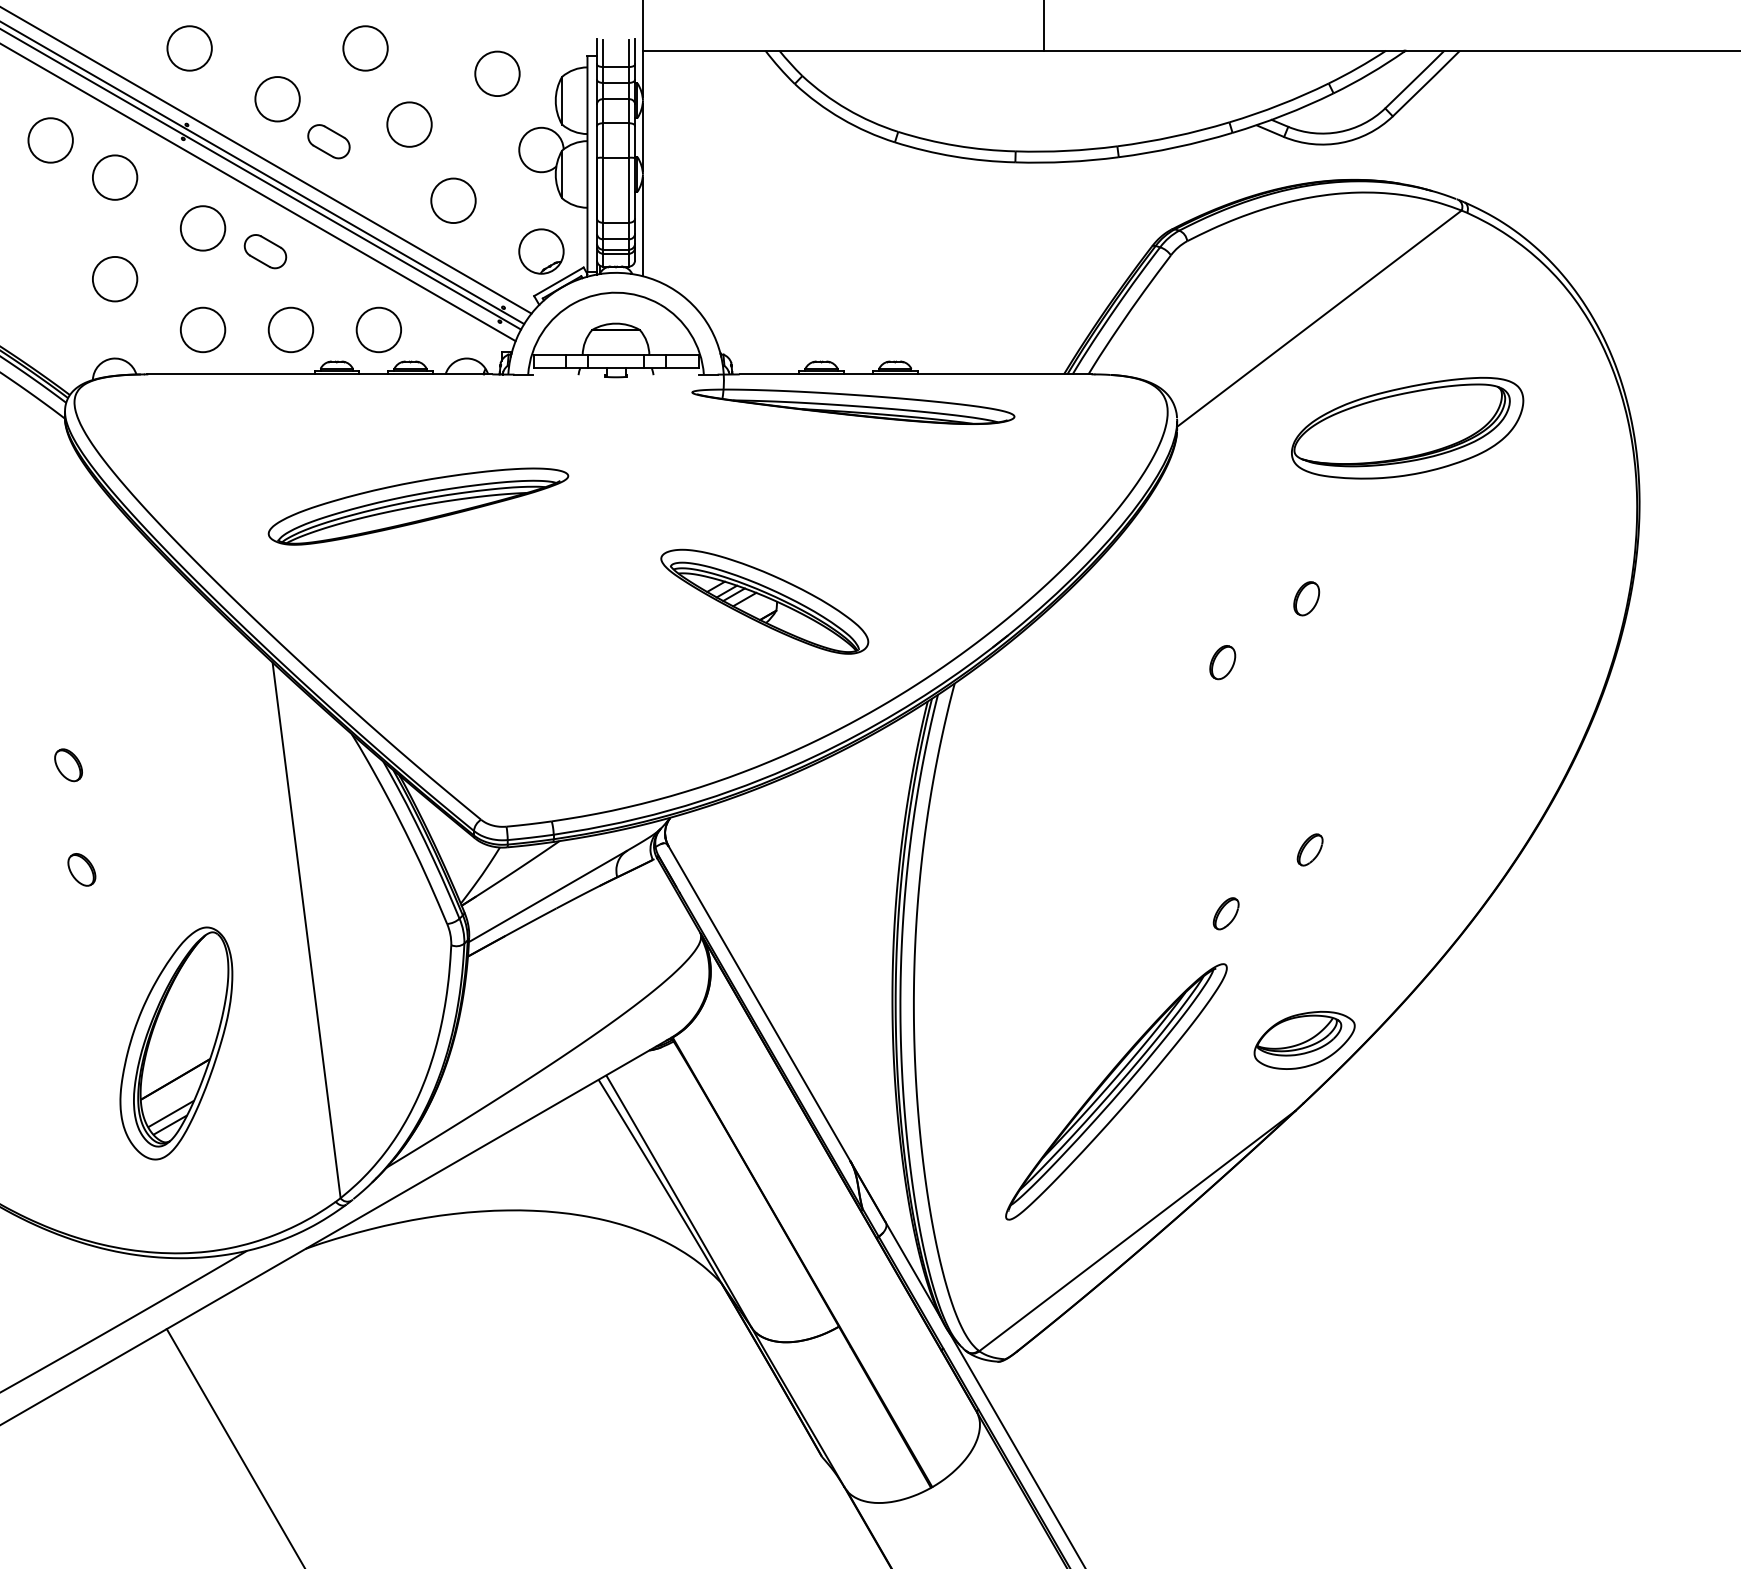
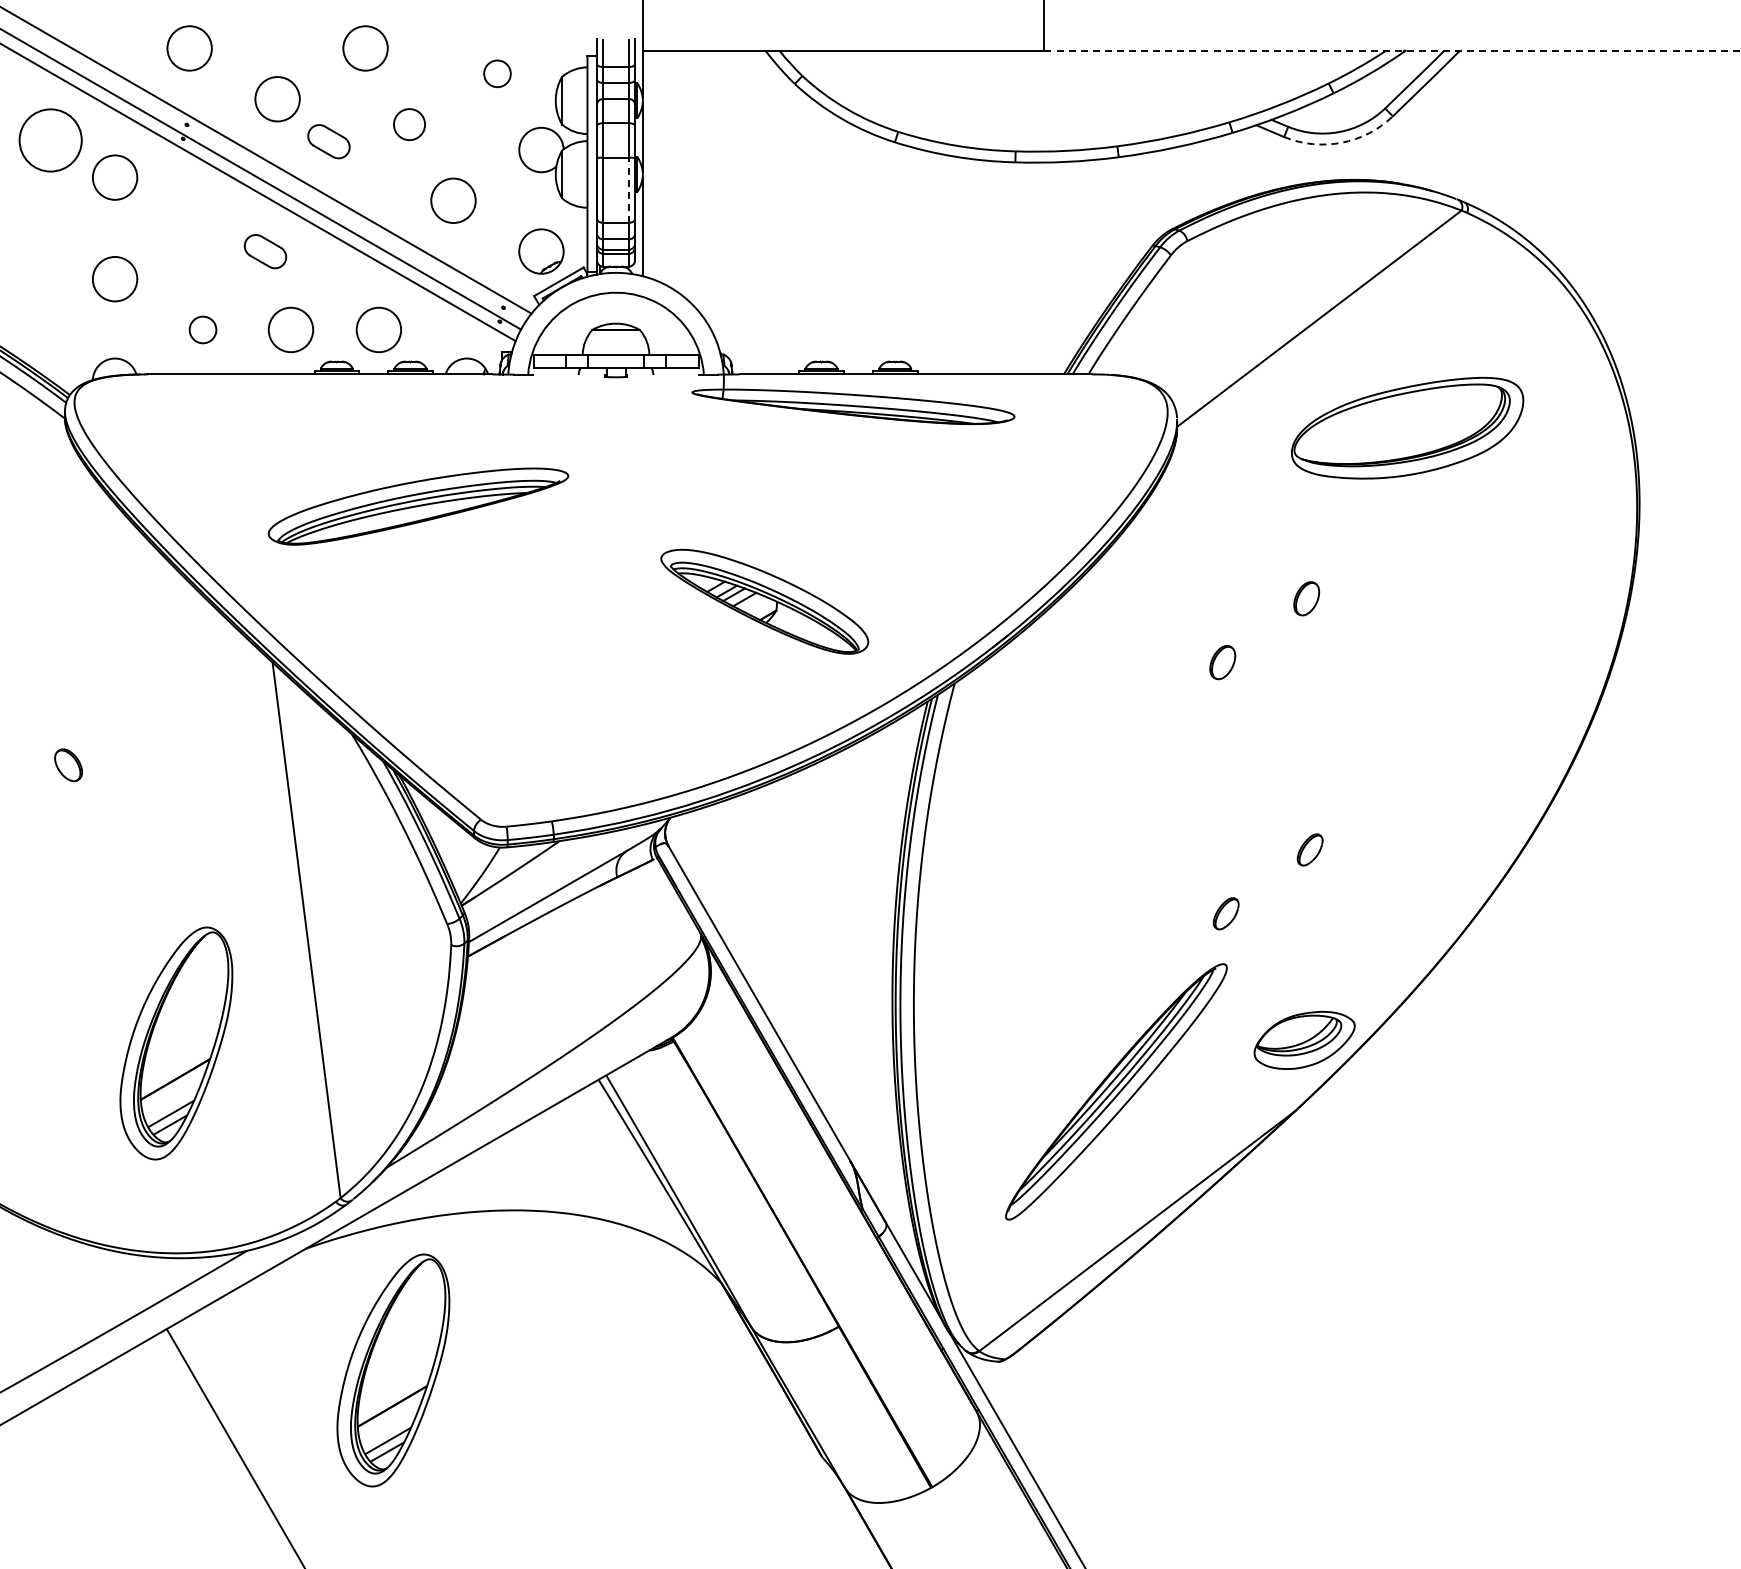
line at (1392, 50): solid -> dashed
circle at (497, 73) diameter: 44 px -> 27 px
circle at (409, 124) diameter: 44 px -> 31 px
circle at (50, 140) diameter: 44 px -> 62 px
arc at (1341, 142): solid -> dashed
line at (263, 173): present -> none
line at (628, 190): solid -> dashed
circle at (202, 228): present -> none
circle at (202, 329) diameter: 44 px -> 27 px
part at (81, 869): present -> none
part at (393, 1370): none -> present
